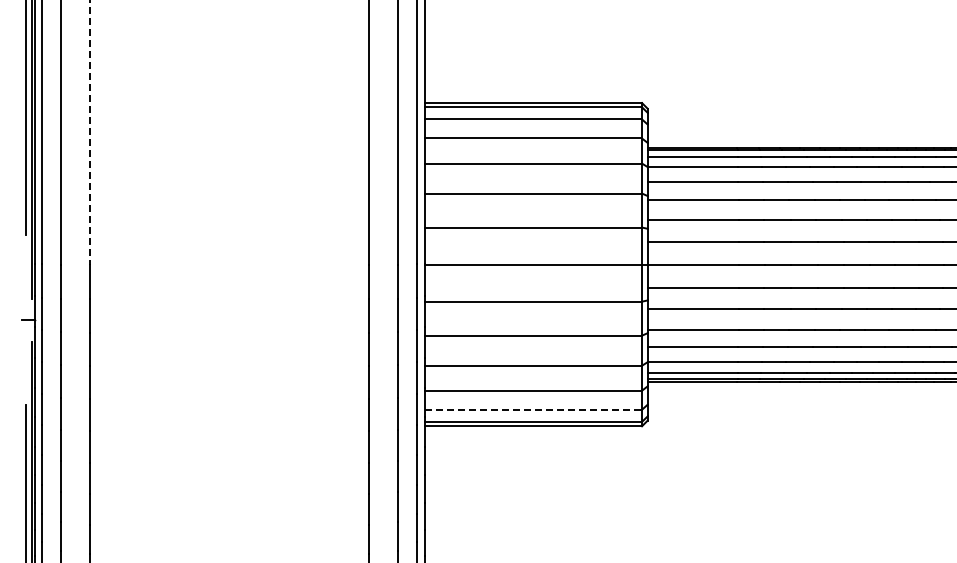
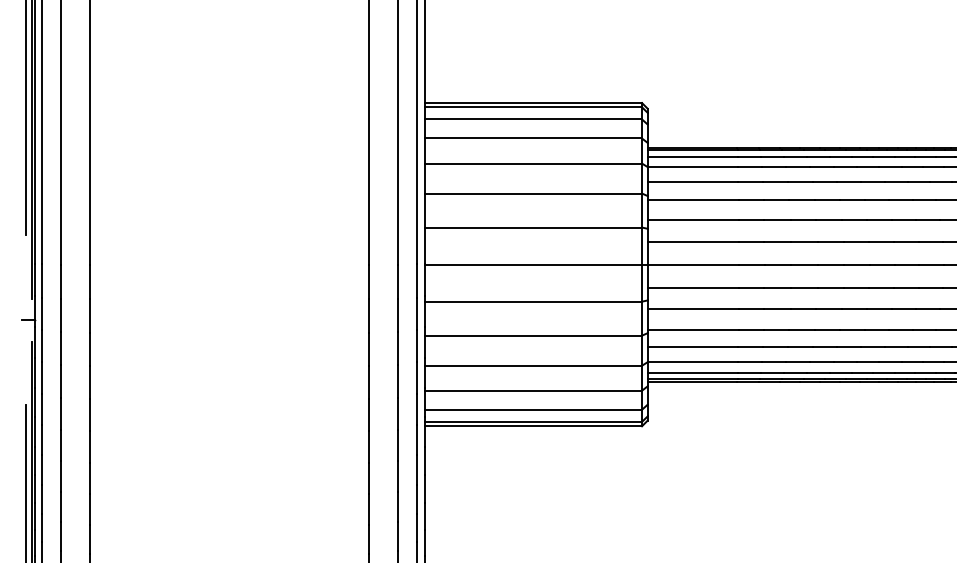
line at (90, 132): dashed -> solid
line at (533, 409): dashed -> solid
